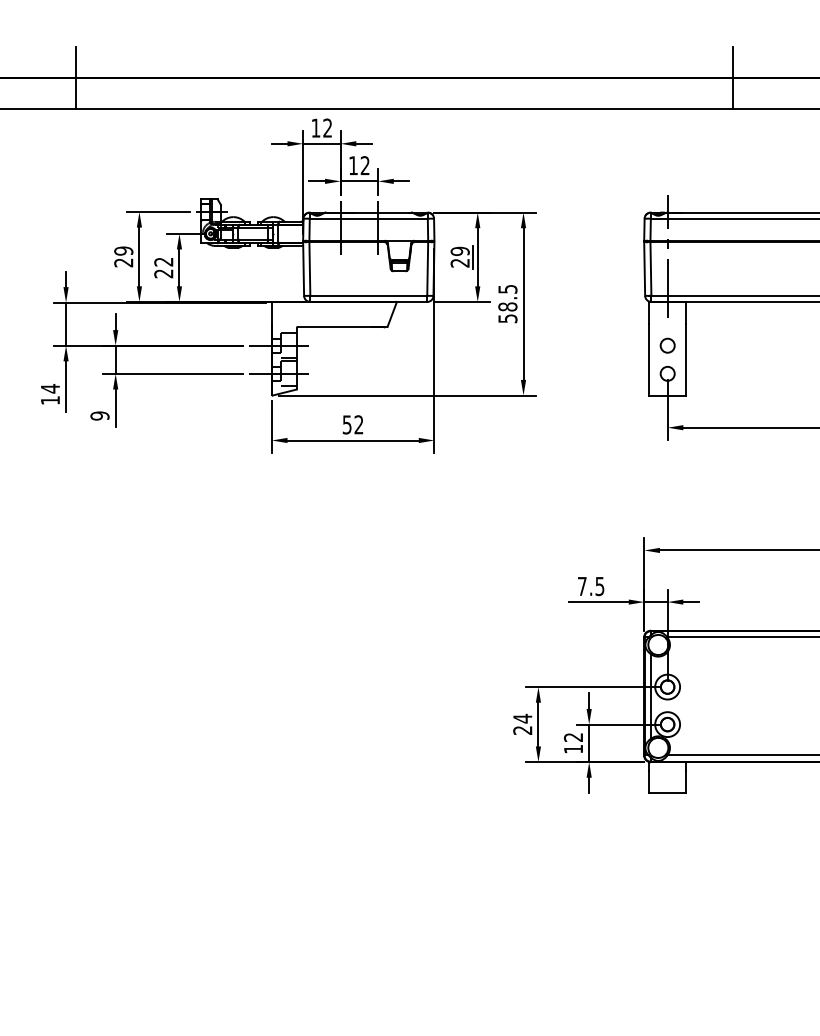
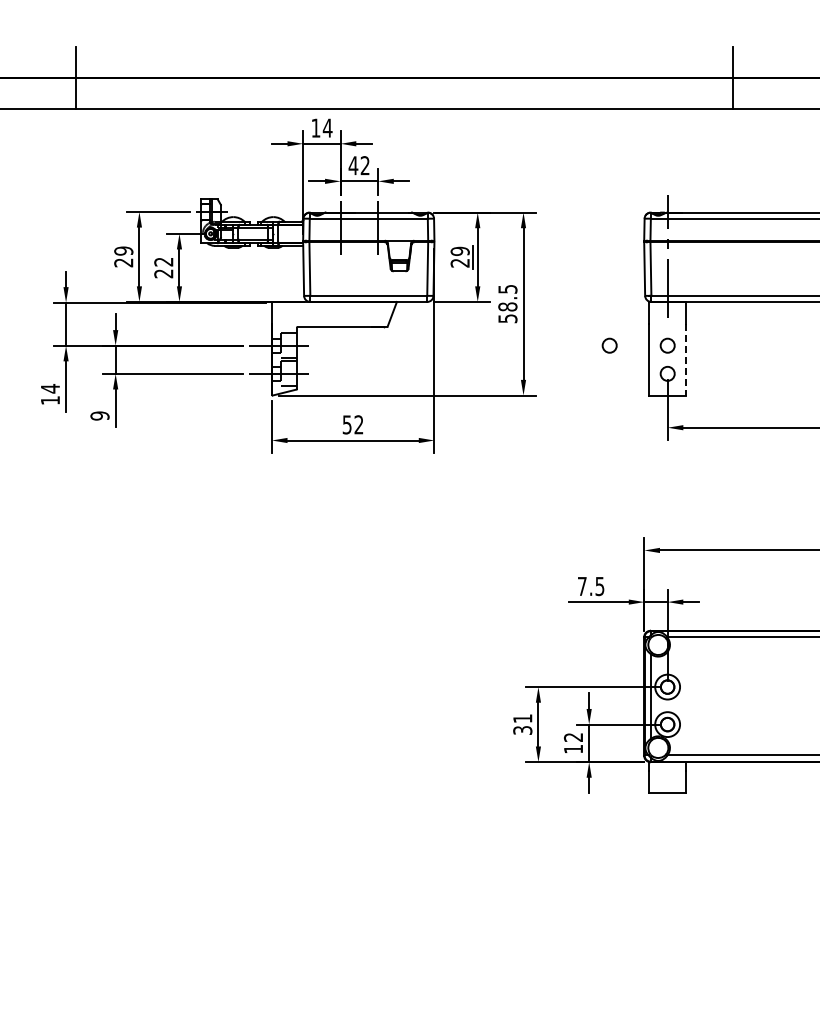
text at (327, 127): 12 -> 14
text at (353, 165): 12 -> 42
circle at (609, 345): none -> present
line at (686, 359): solid -> dashed
text at (522, 723): 24 -> 31
